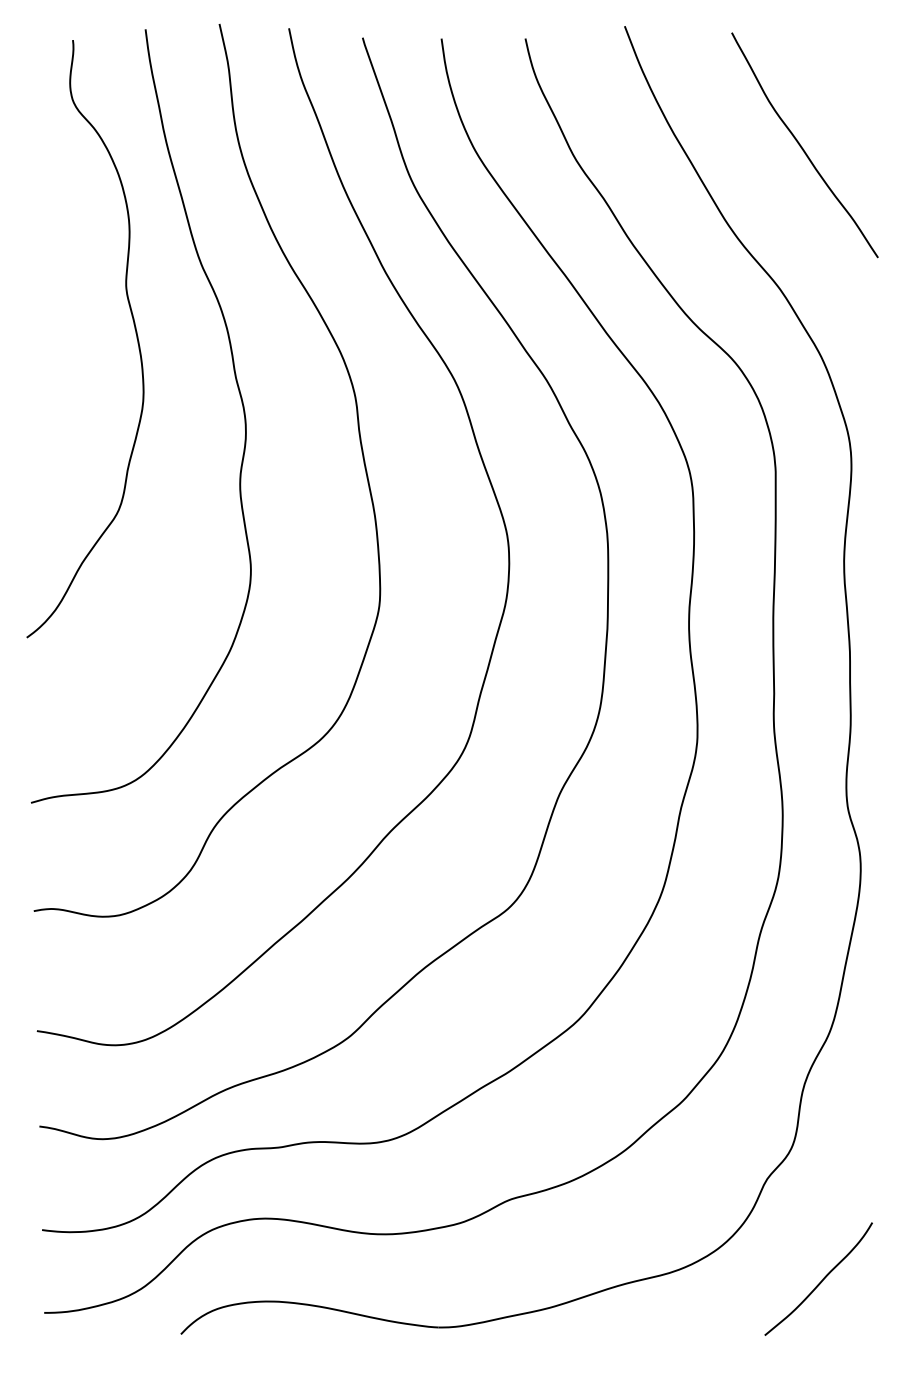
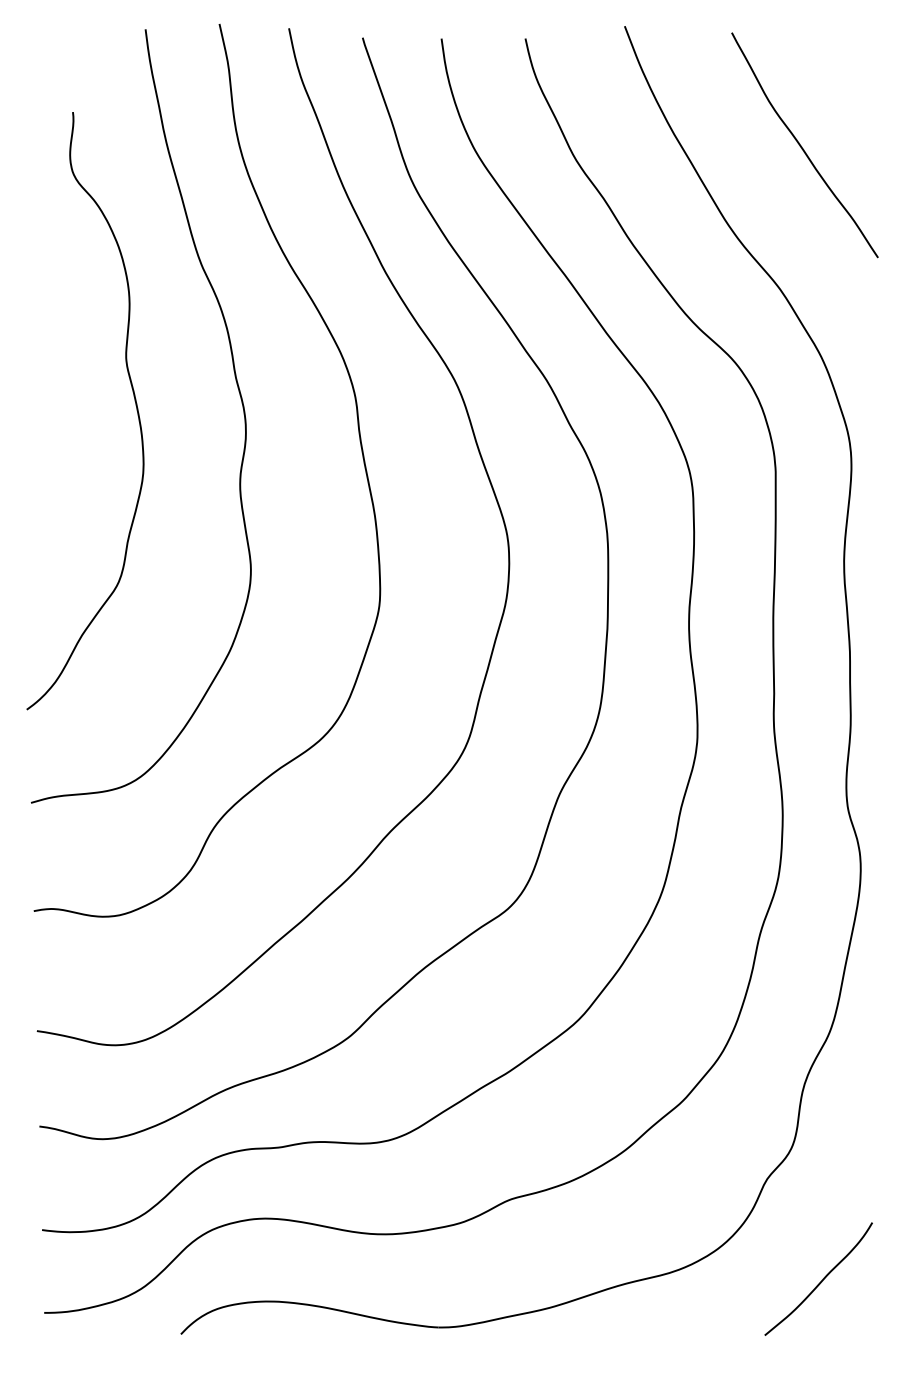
curve at (134, 329) position: (134, 329) -> (134, 401)
